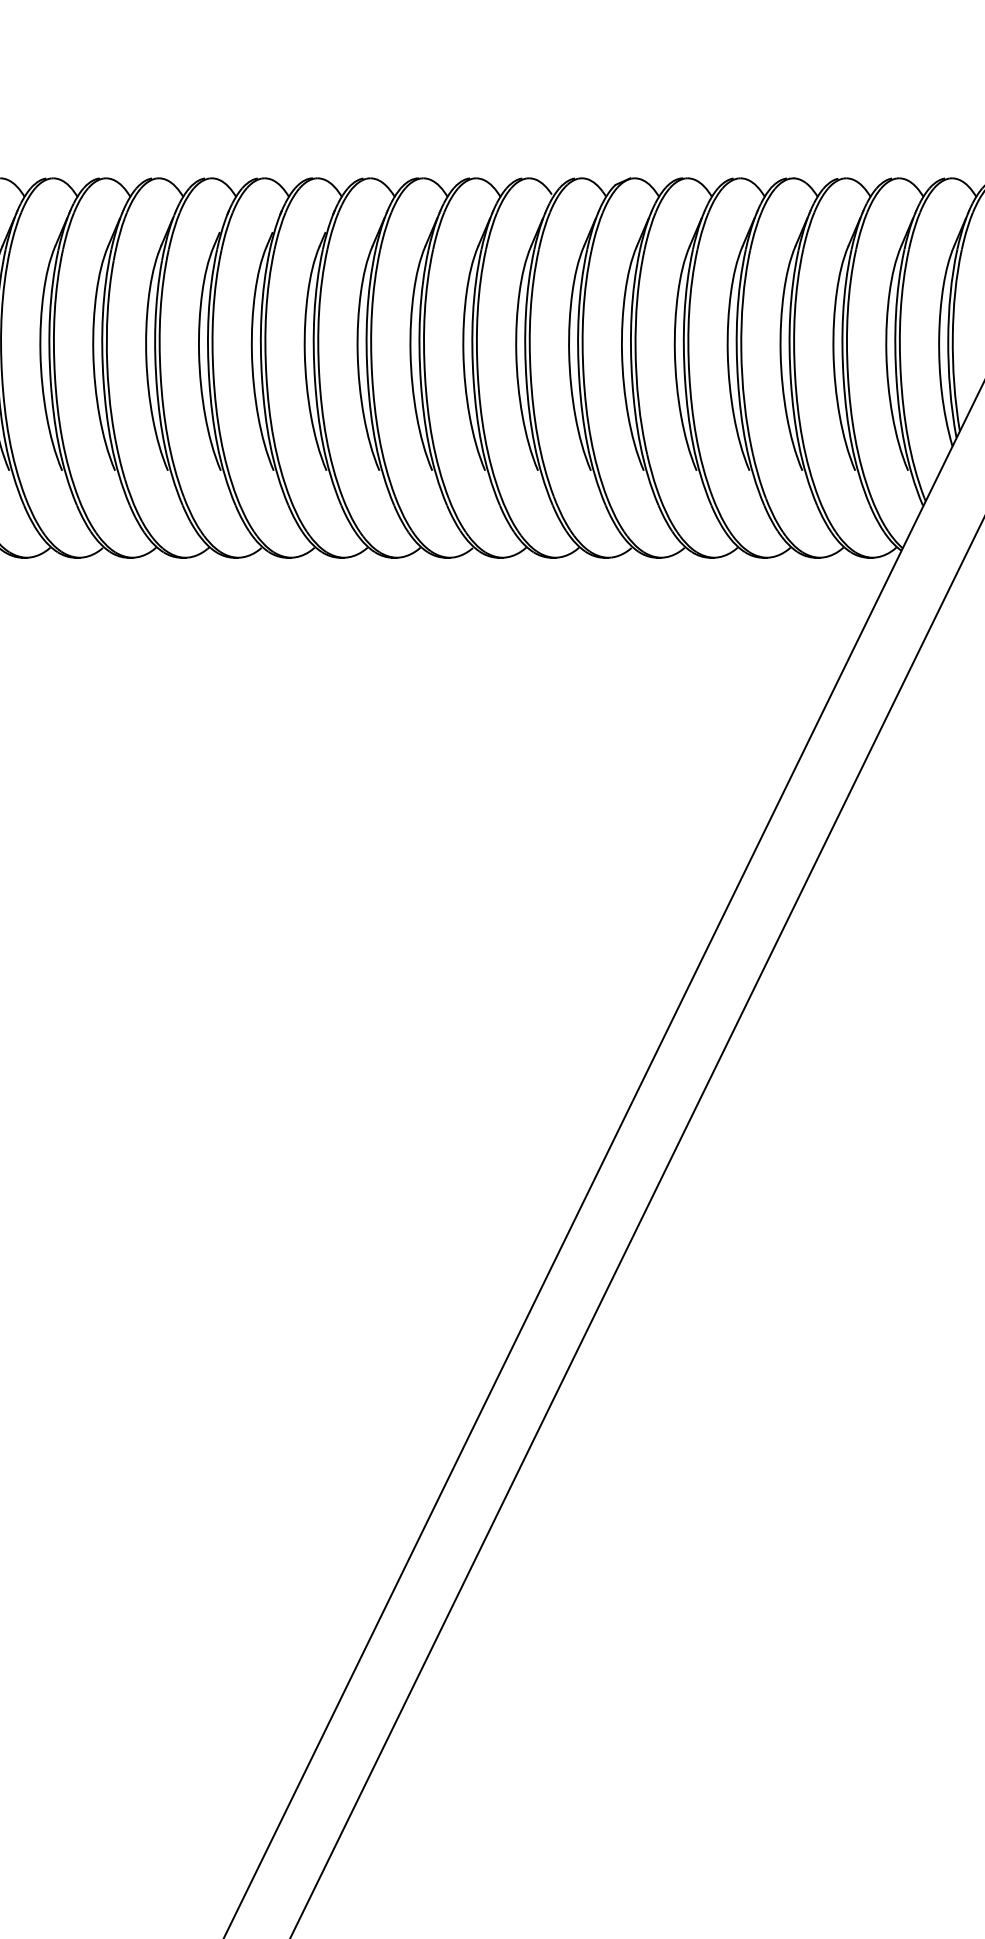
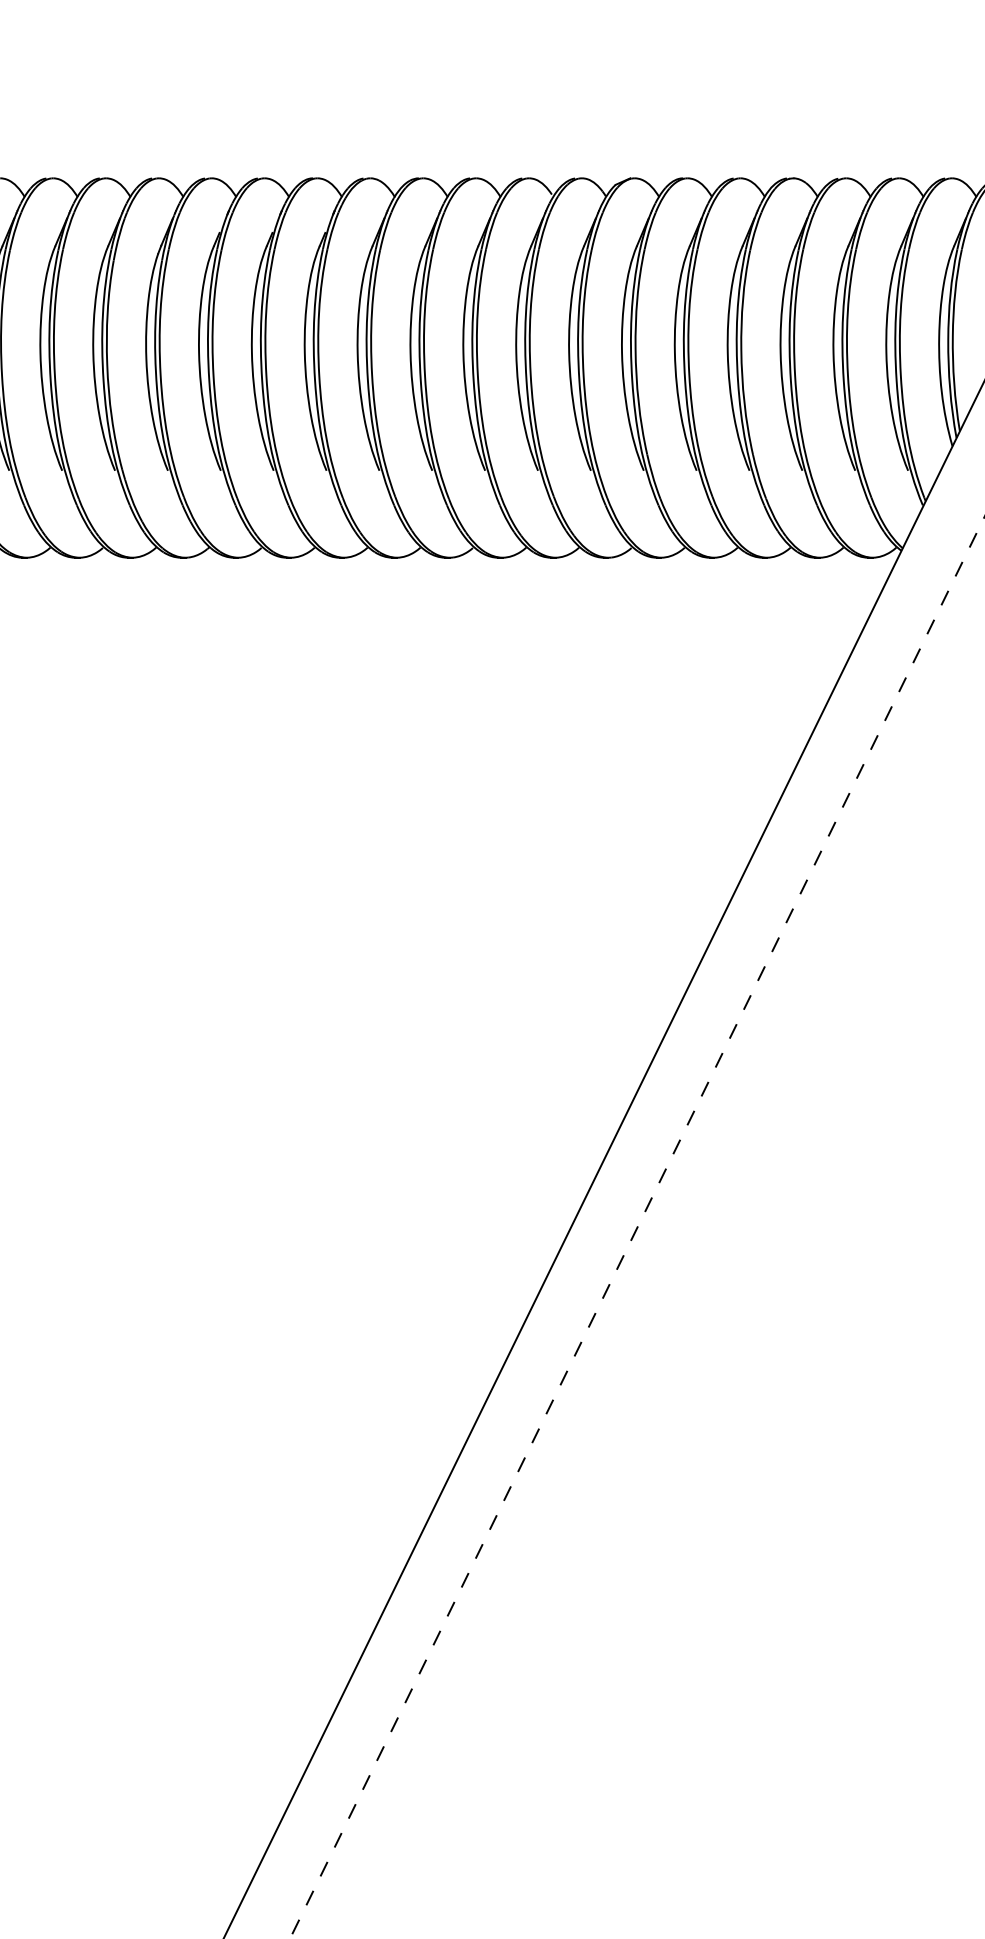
line at (637, 1228): solid -> dashed
